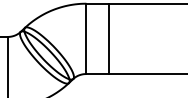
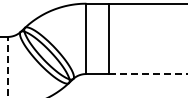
line at (7, 66): solid -> dashed
line at (148, 74): solid -> dashed
